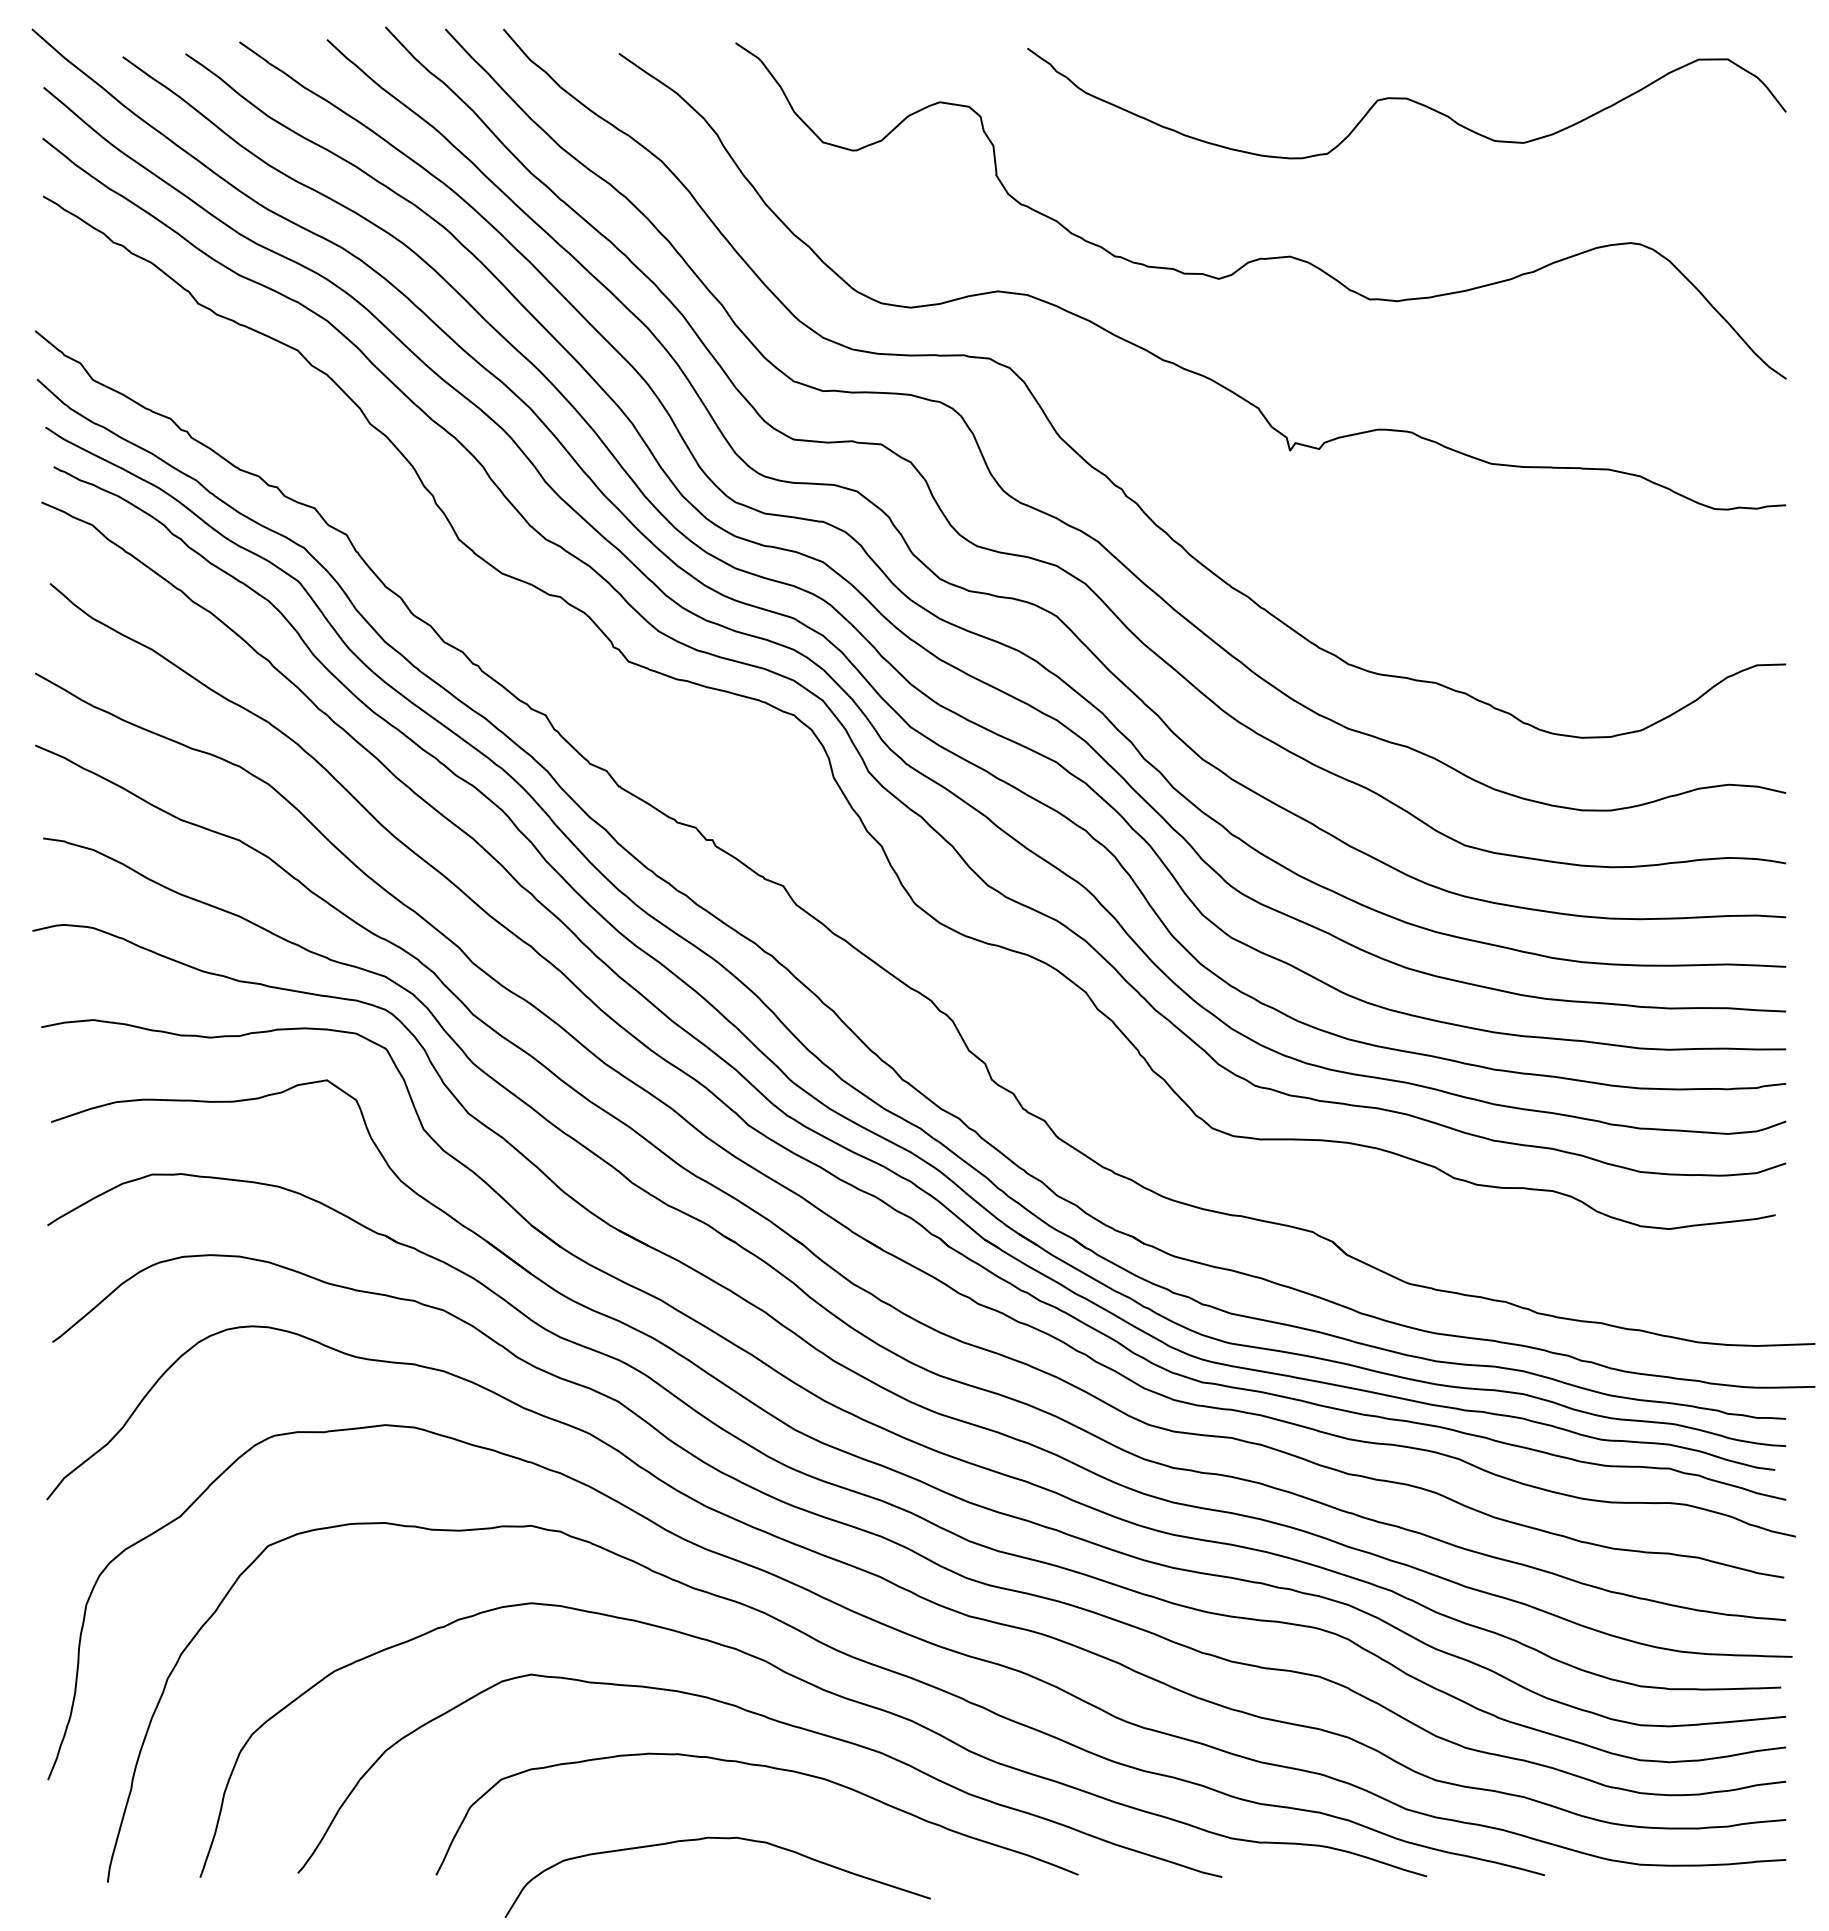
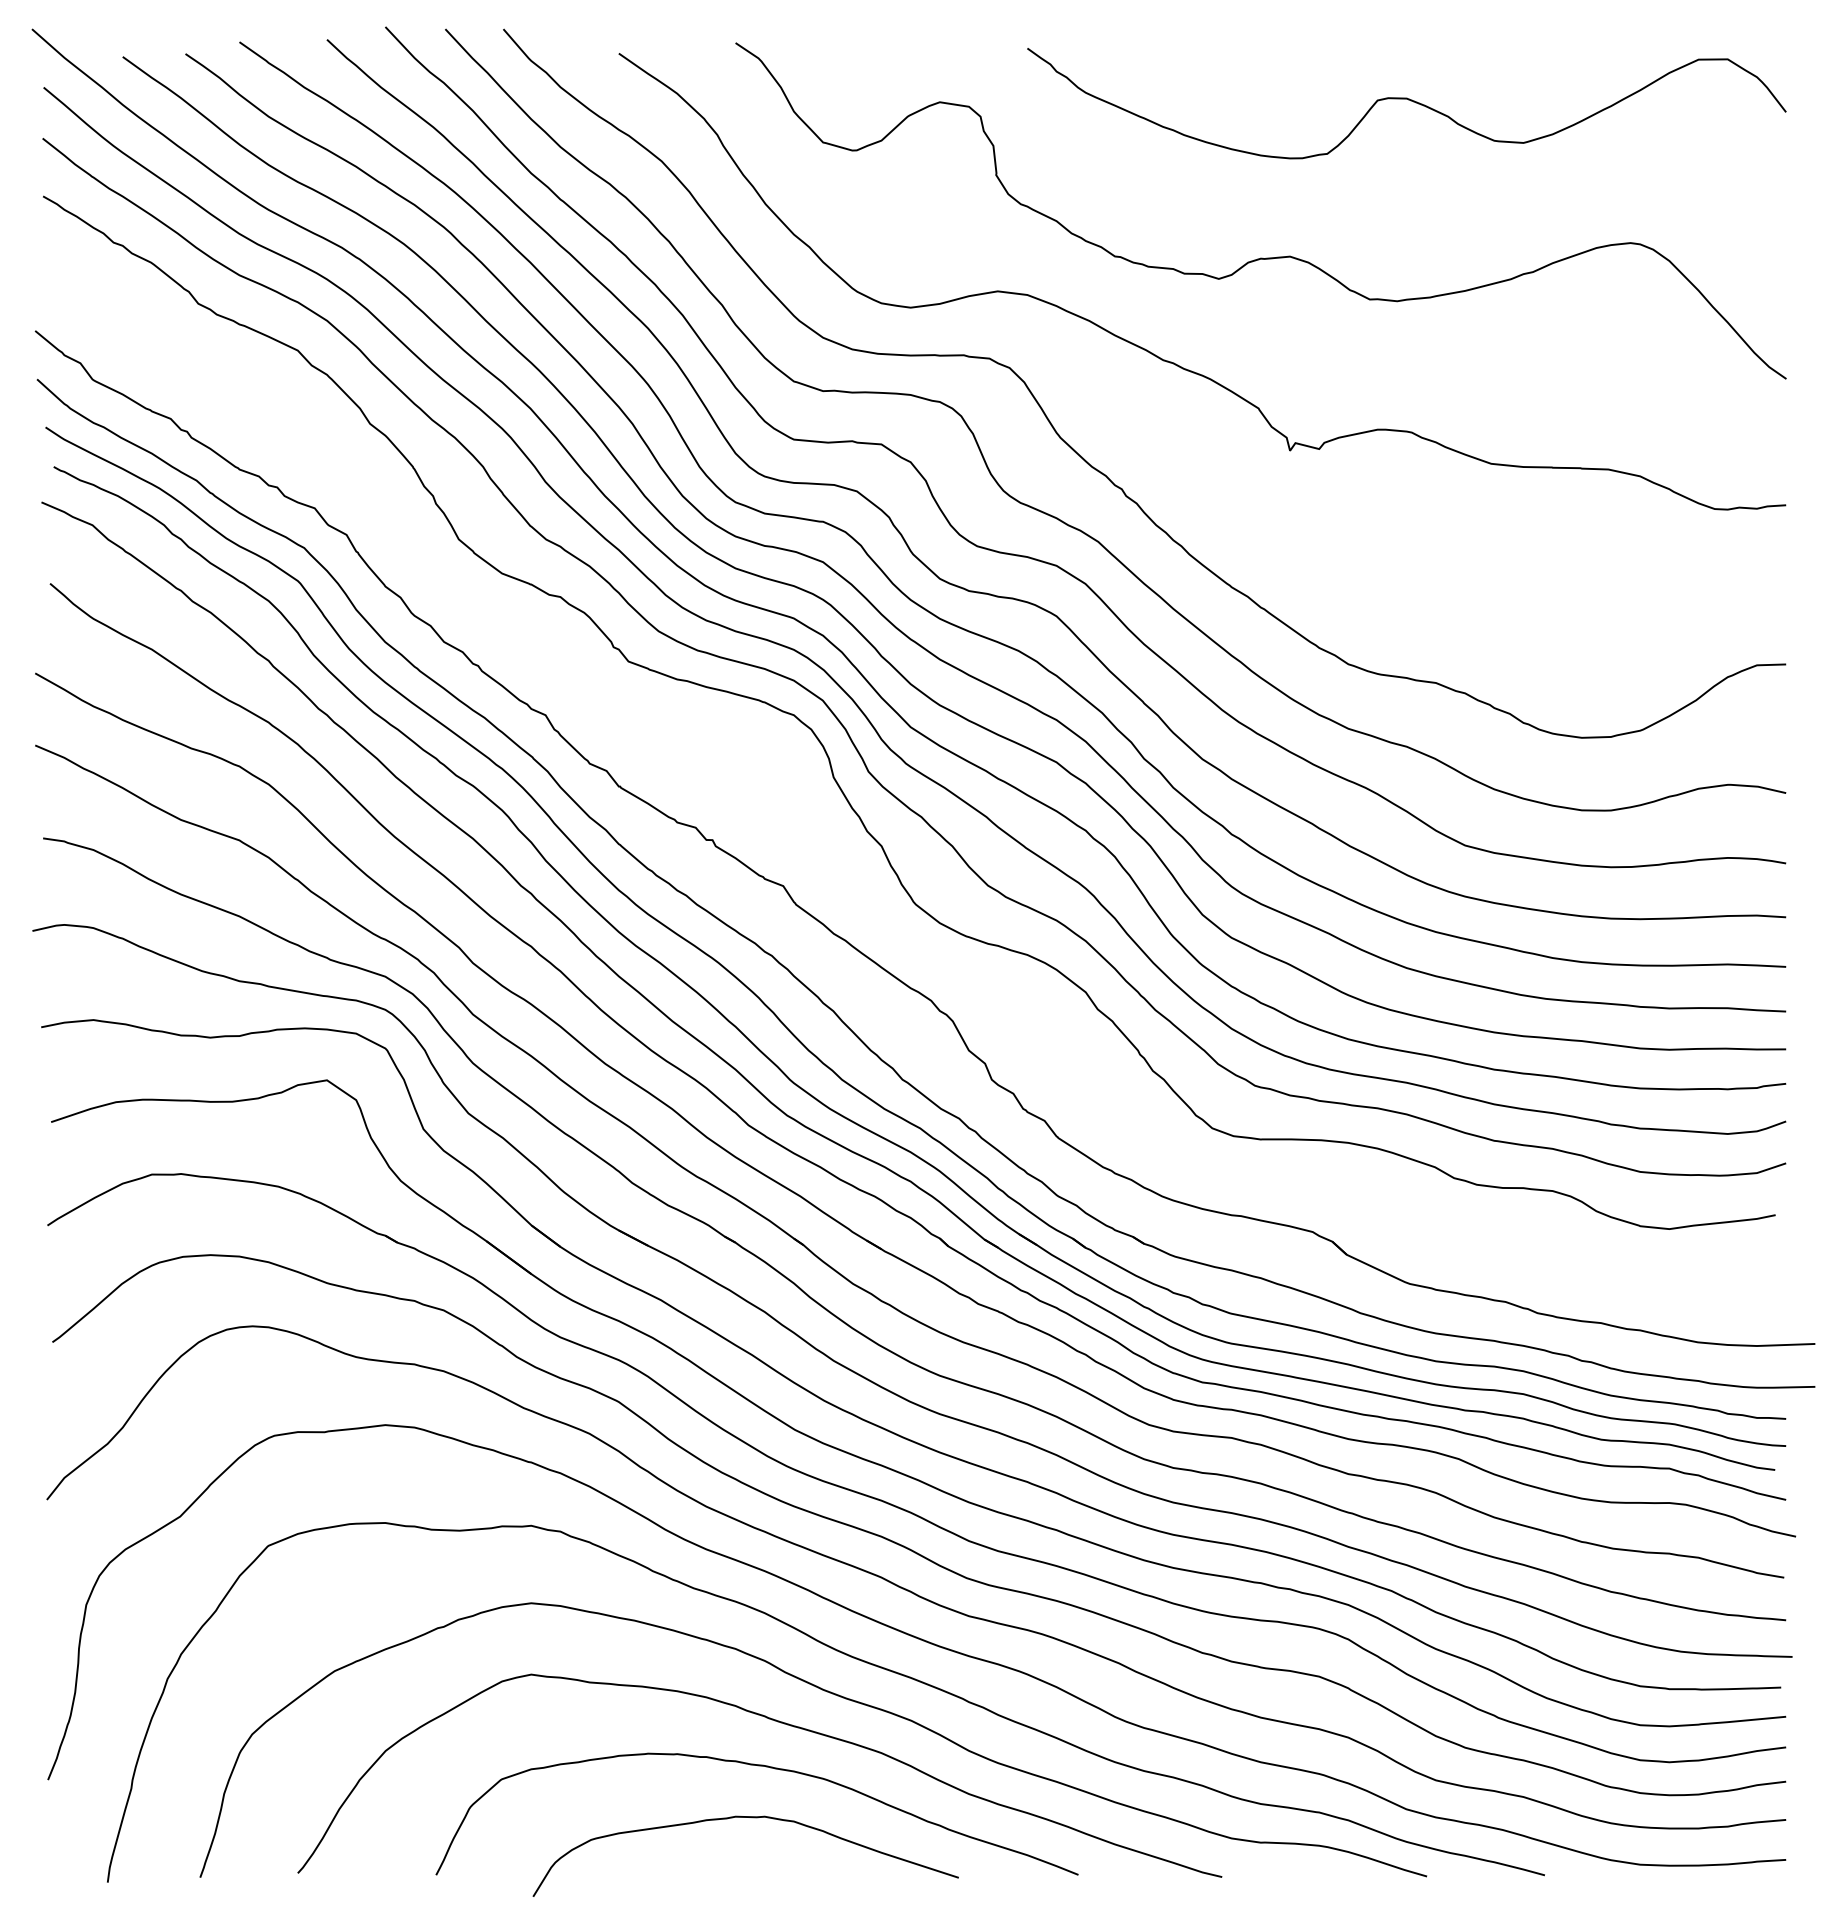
curve at (724, 1839) position: (724, 1839) -> (752, 1818)
